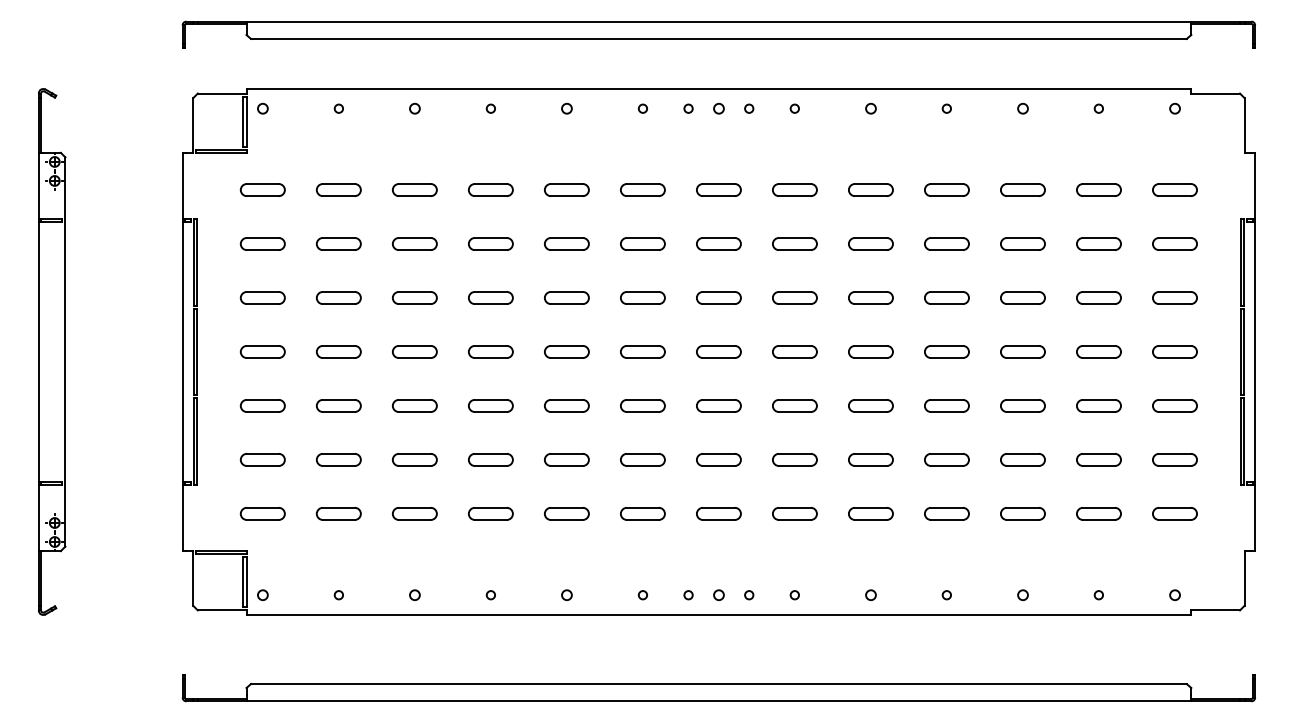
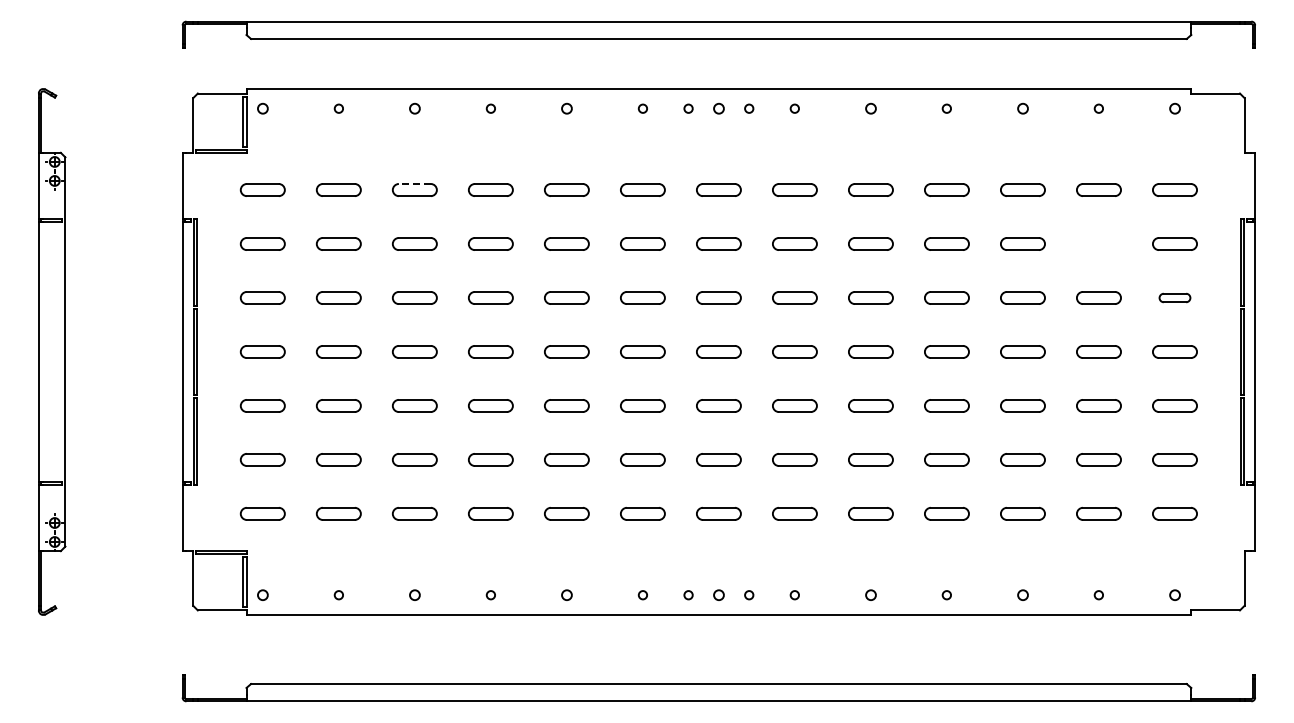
line at (414, 184): solid -> dashed
part at (1098, 243): present -> none
part at (1174, 297) size: 46x14 px -> 34x12 px
